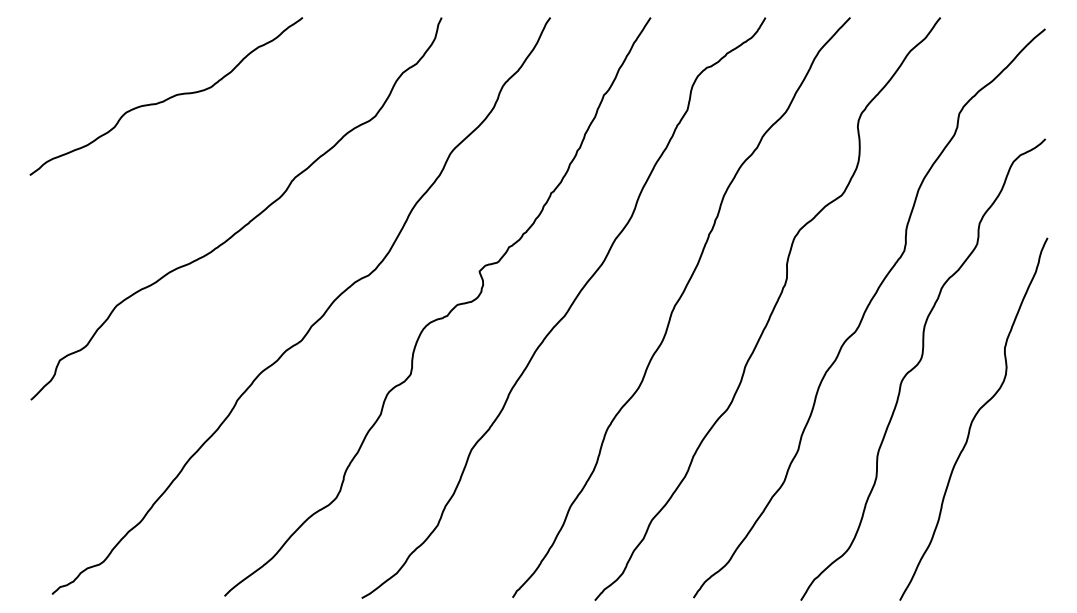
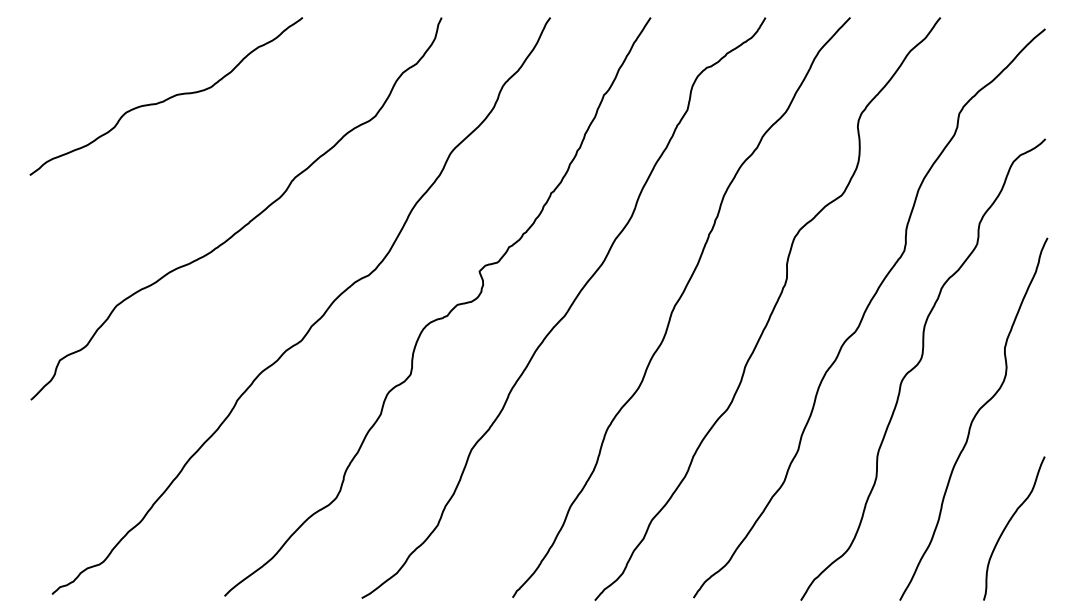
curve at (1008, 524): none -> present
